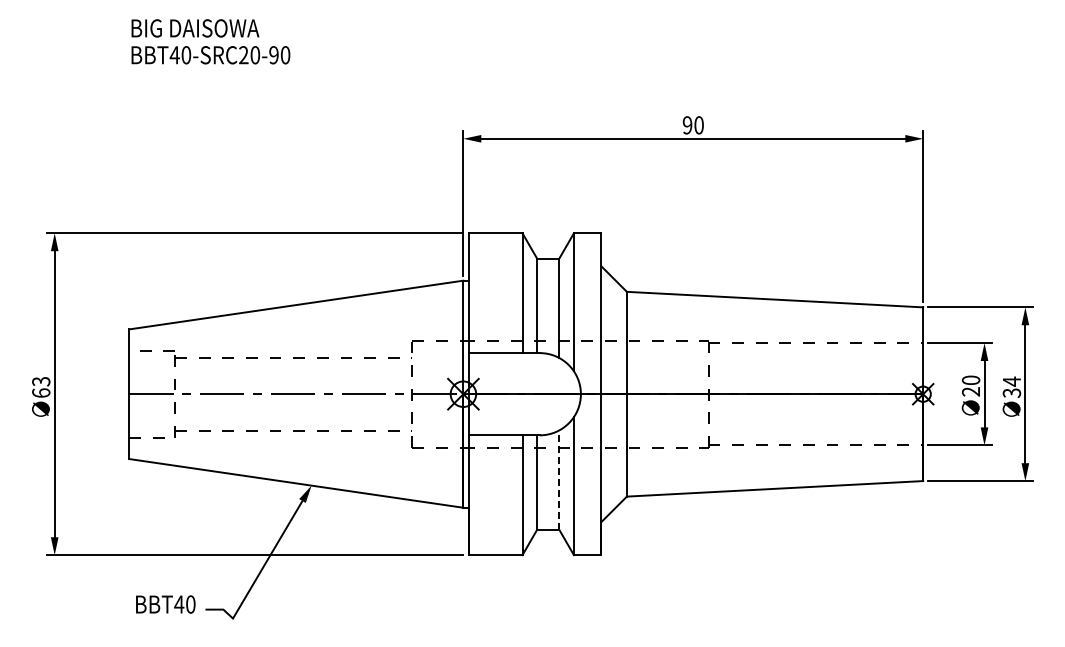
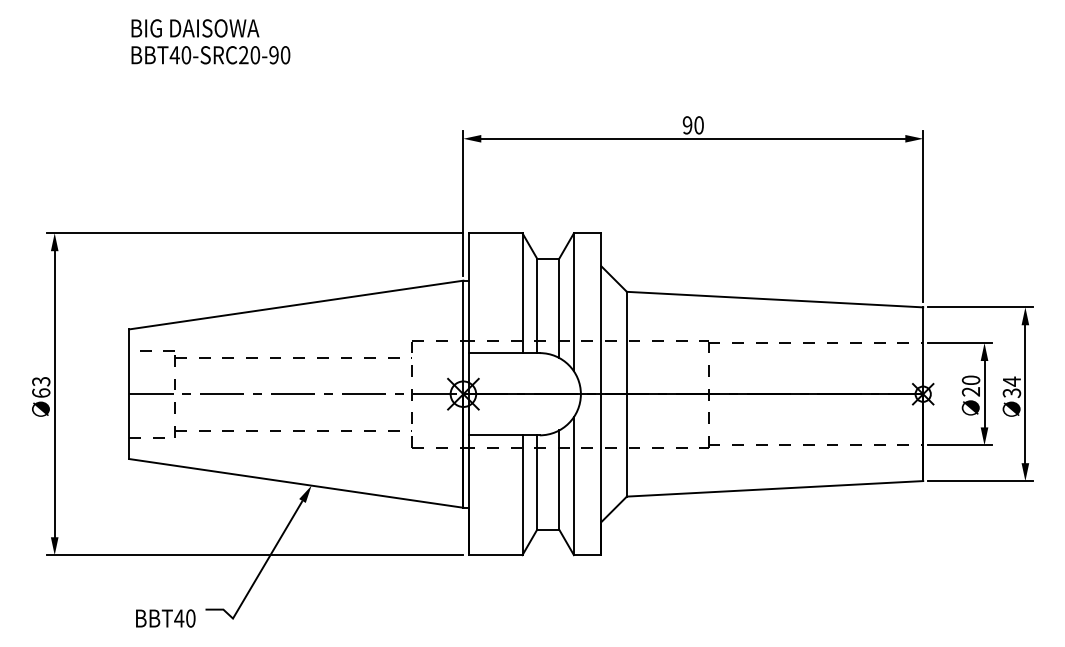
line at (559, 480): dashed -> solid
text at (165, 604) position: (165, 604) -> (165, 618)
